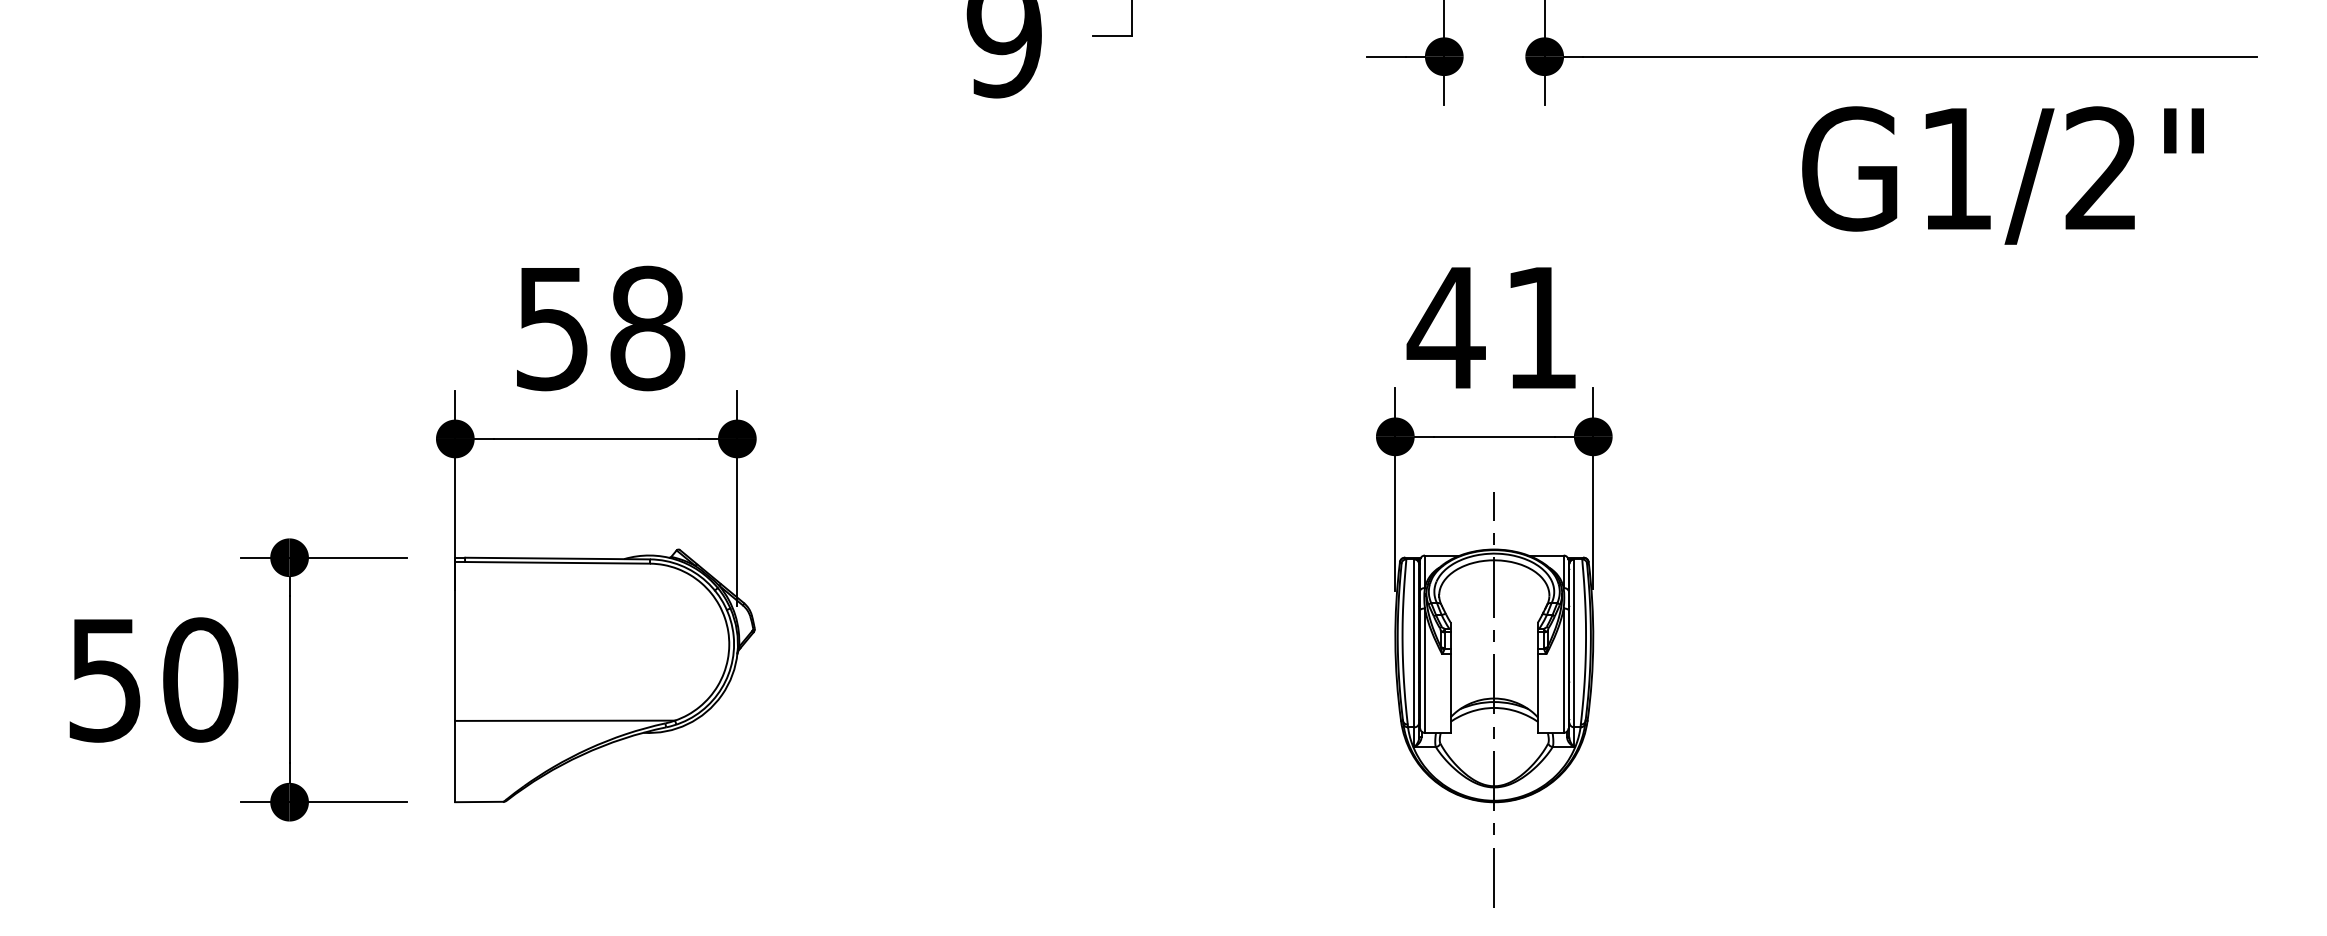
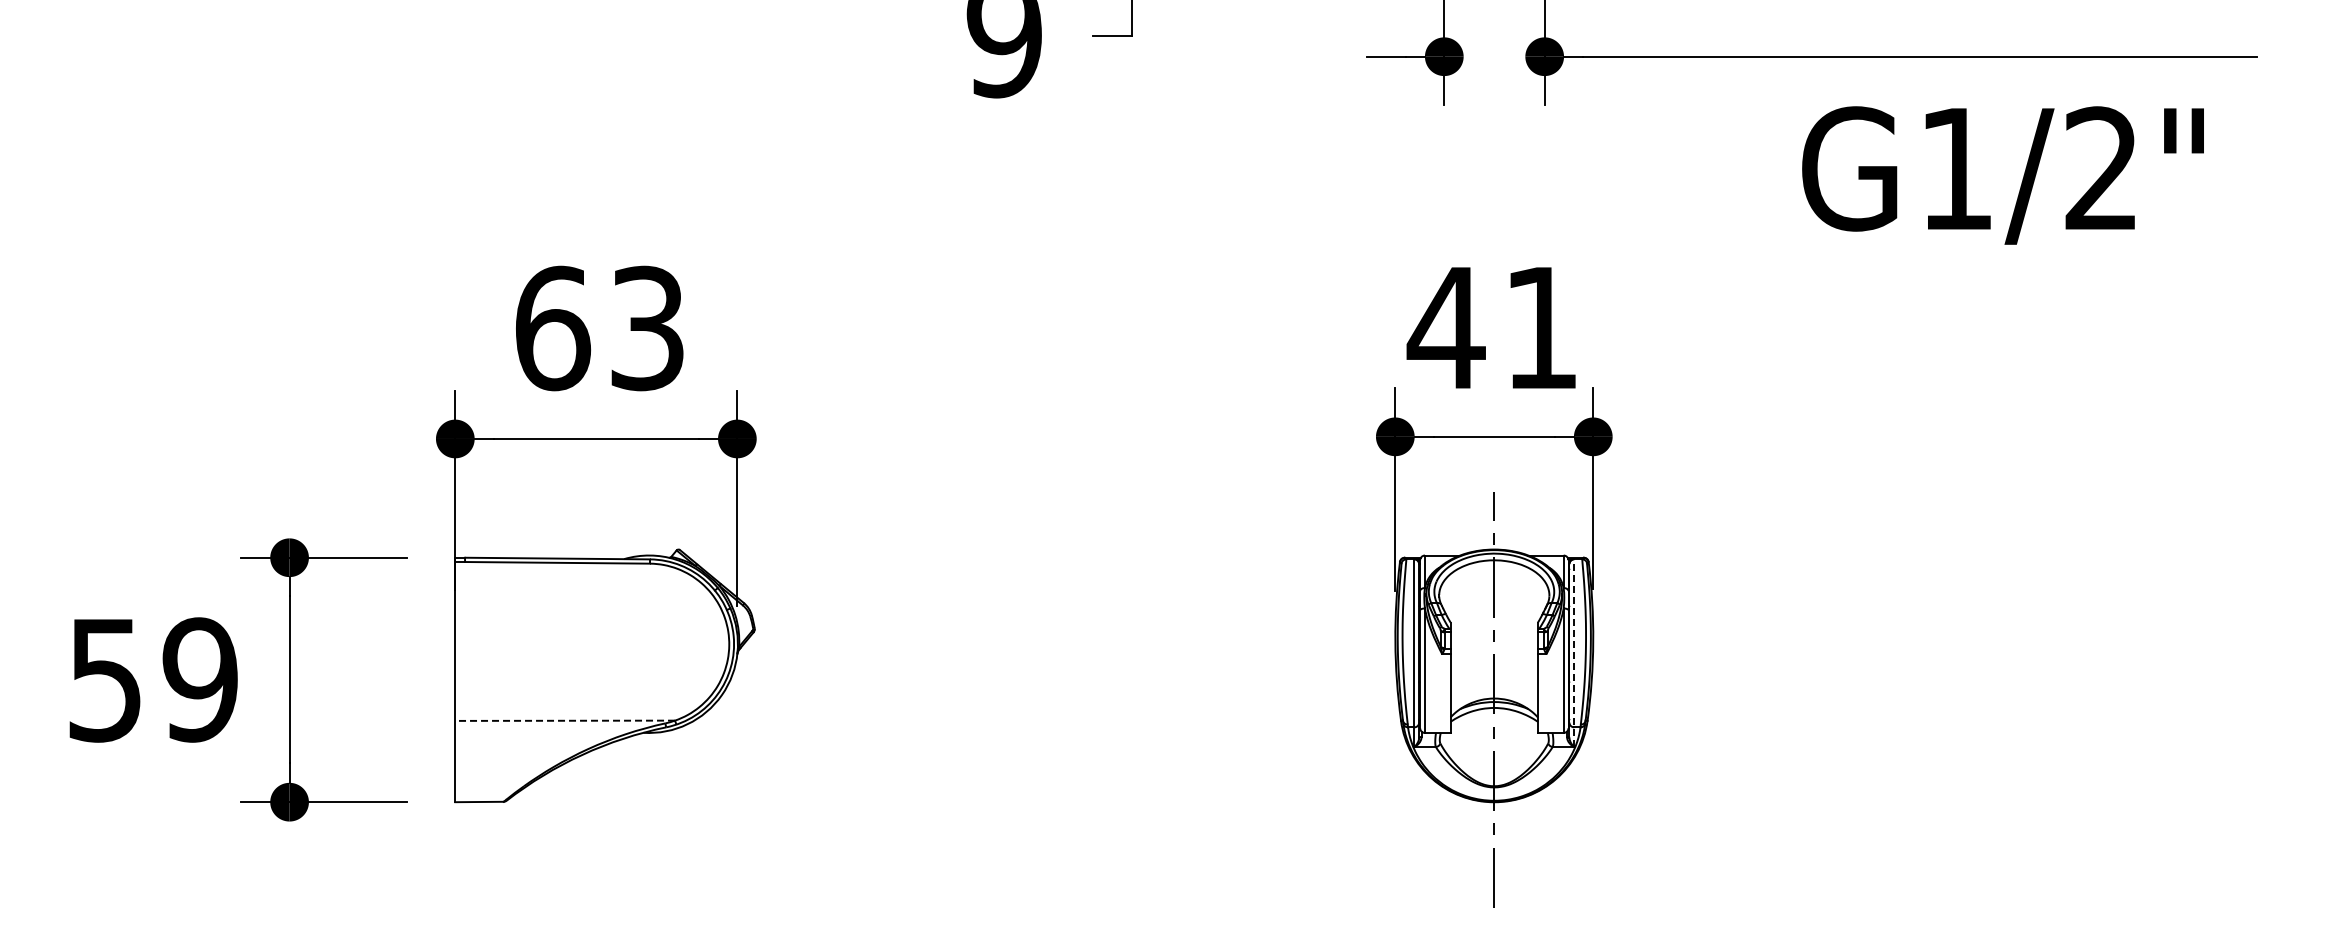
text at (600, 328): 58 -> 63
line at (1574, 652): solid -> dashed
text at (200, 679): 50 -> 59
line at (565, 720): solid -> dashed
